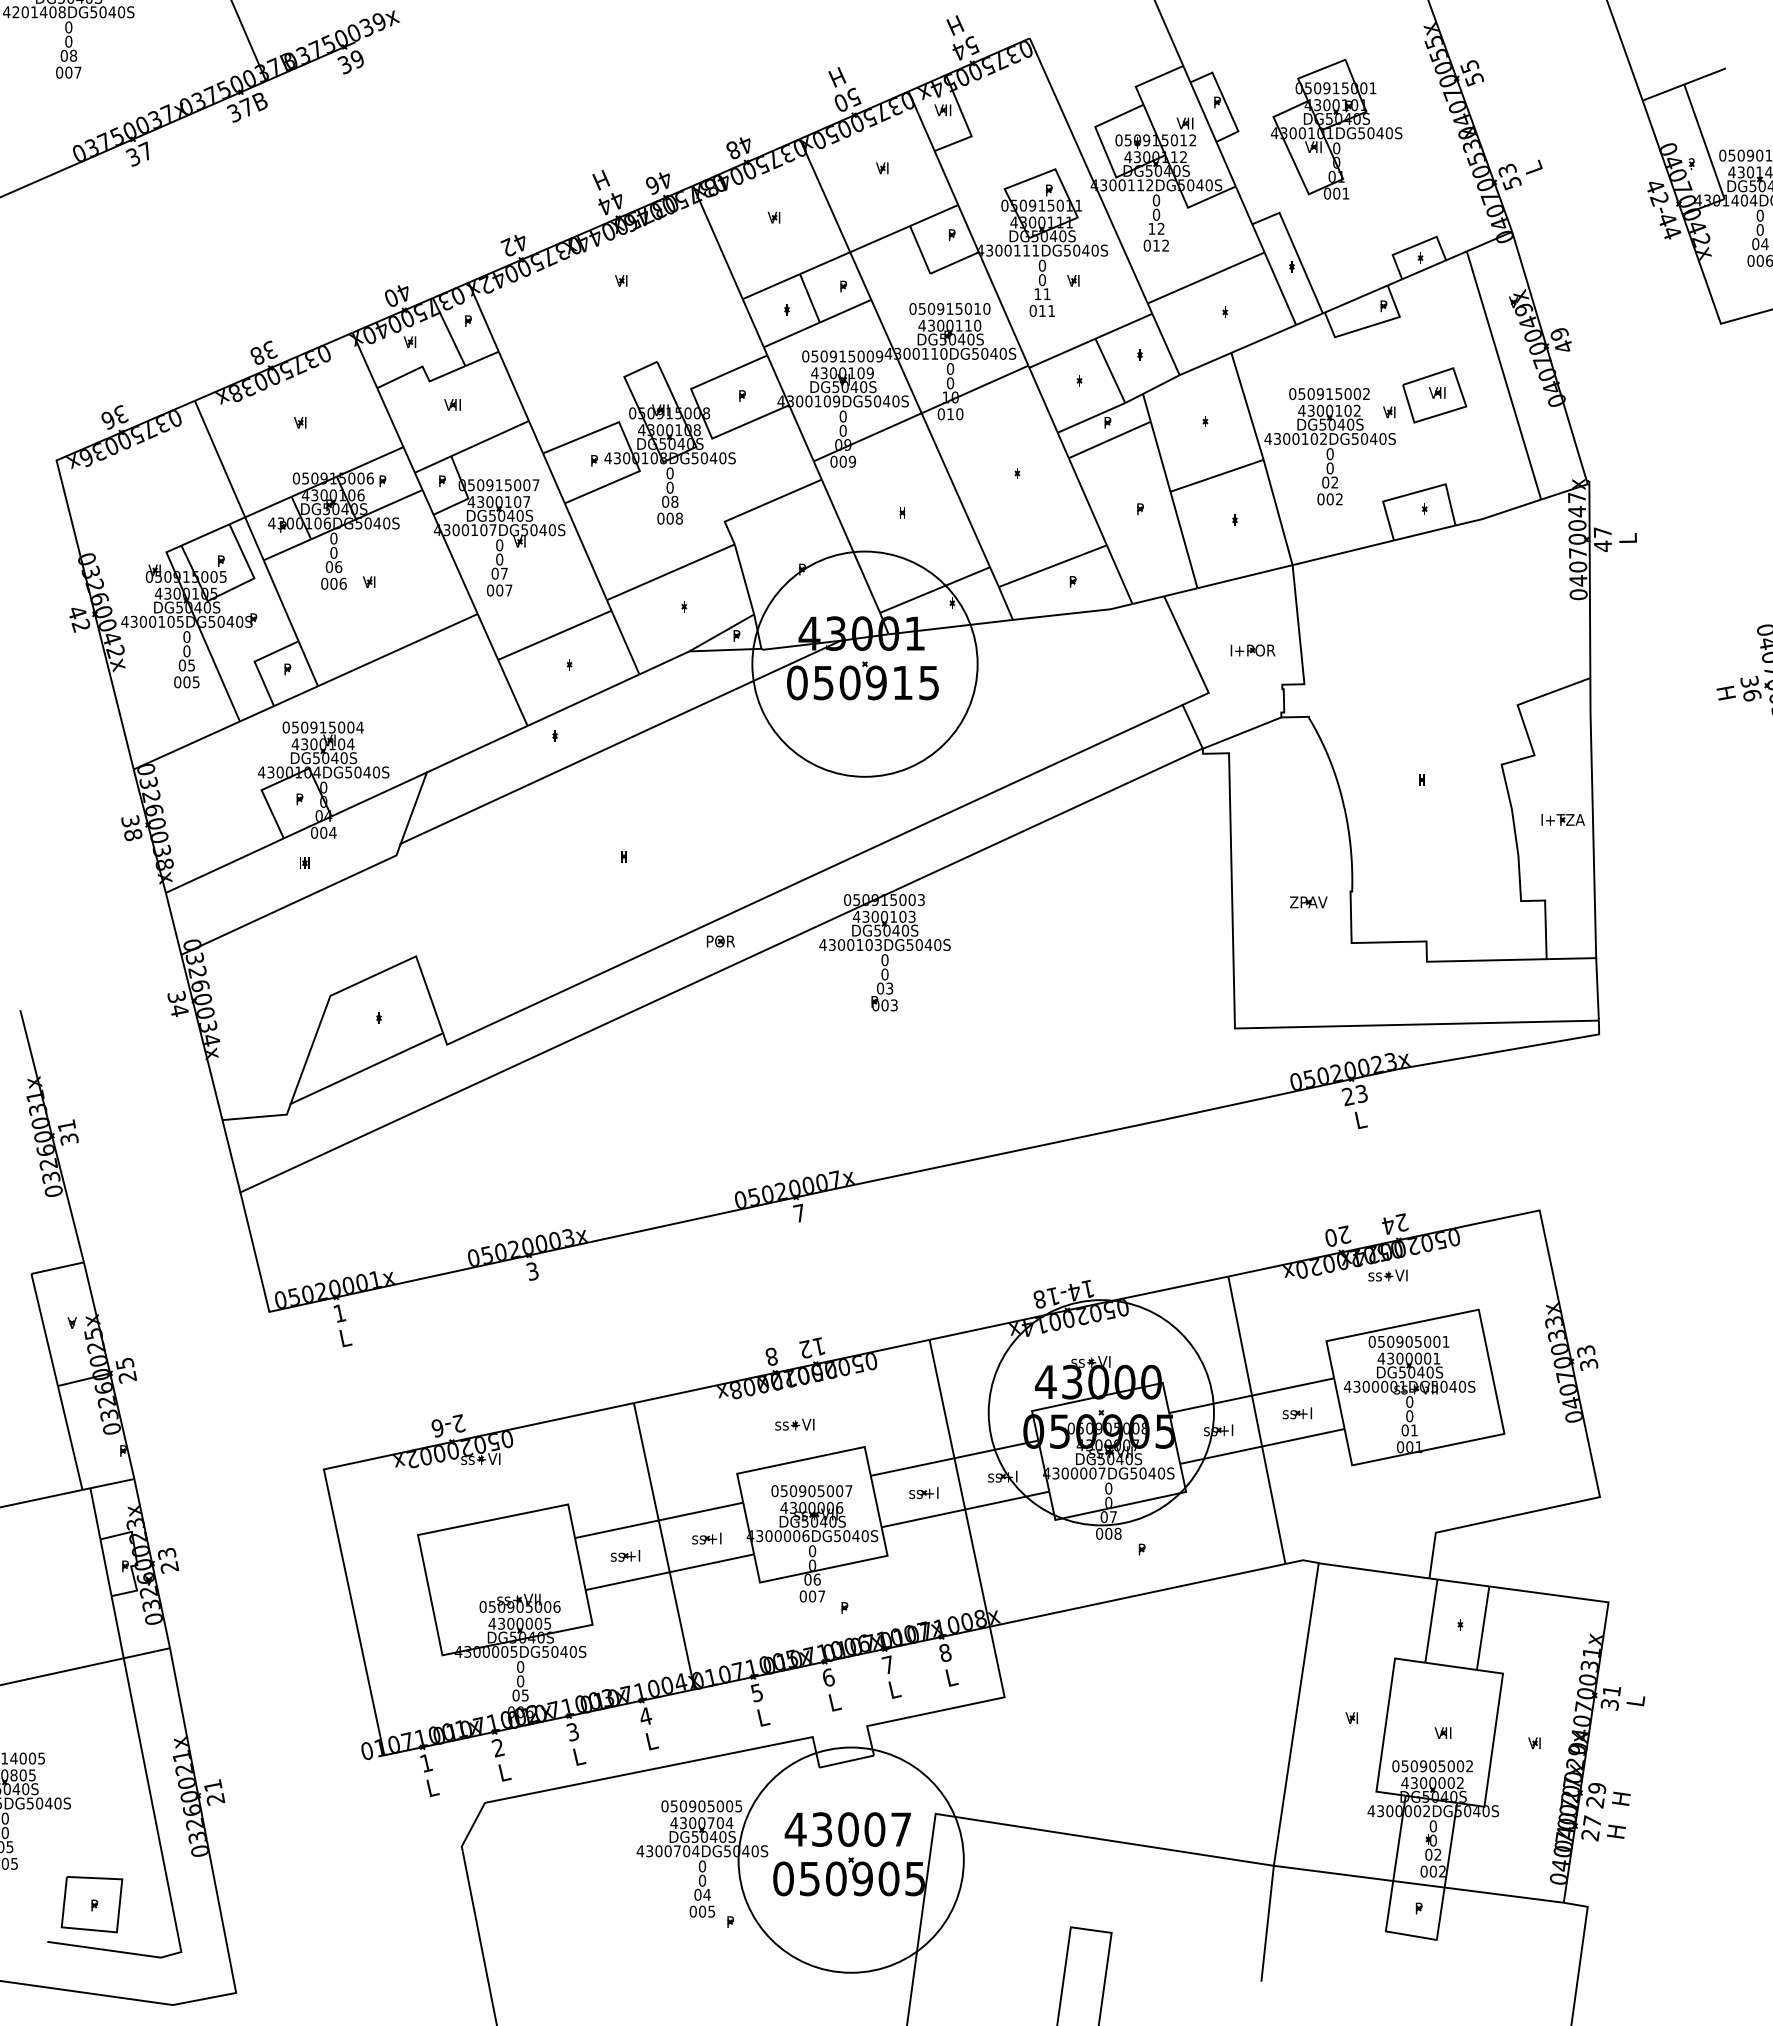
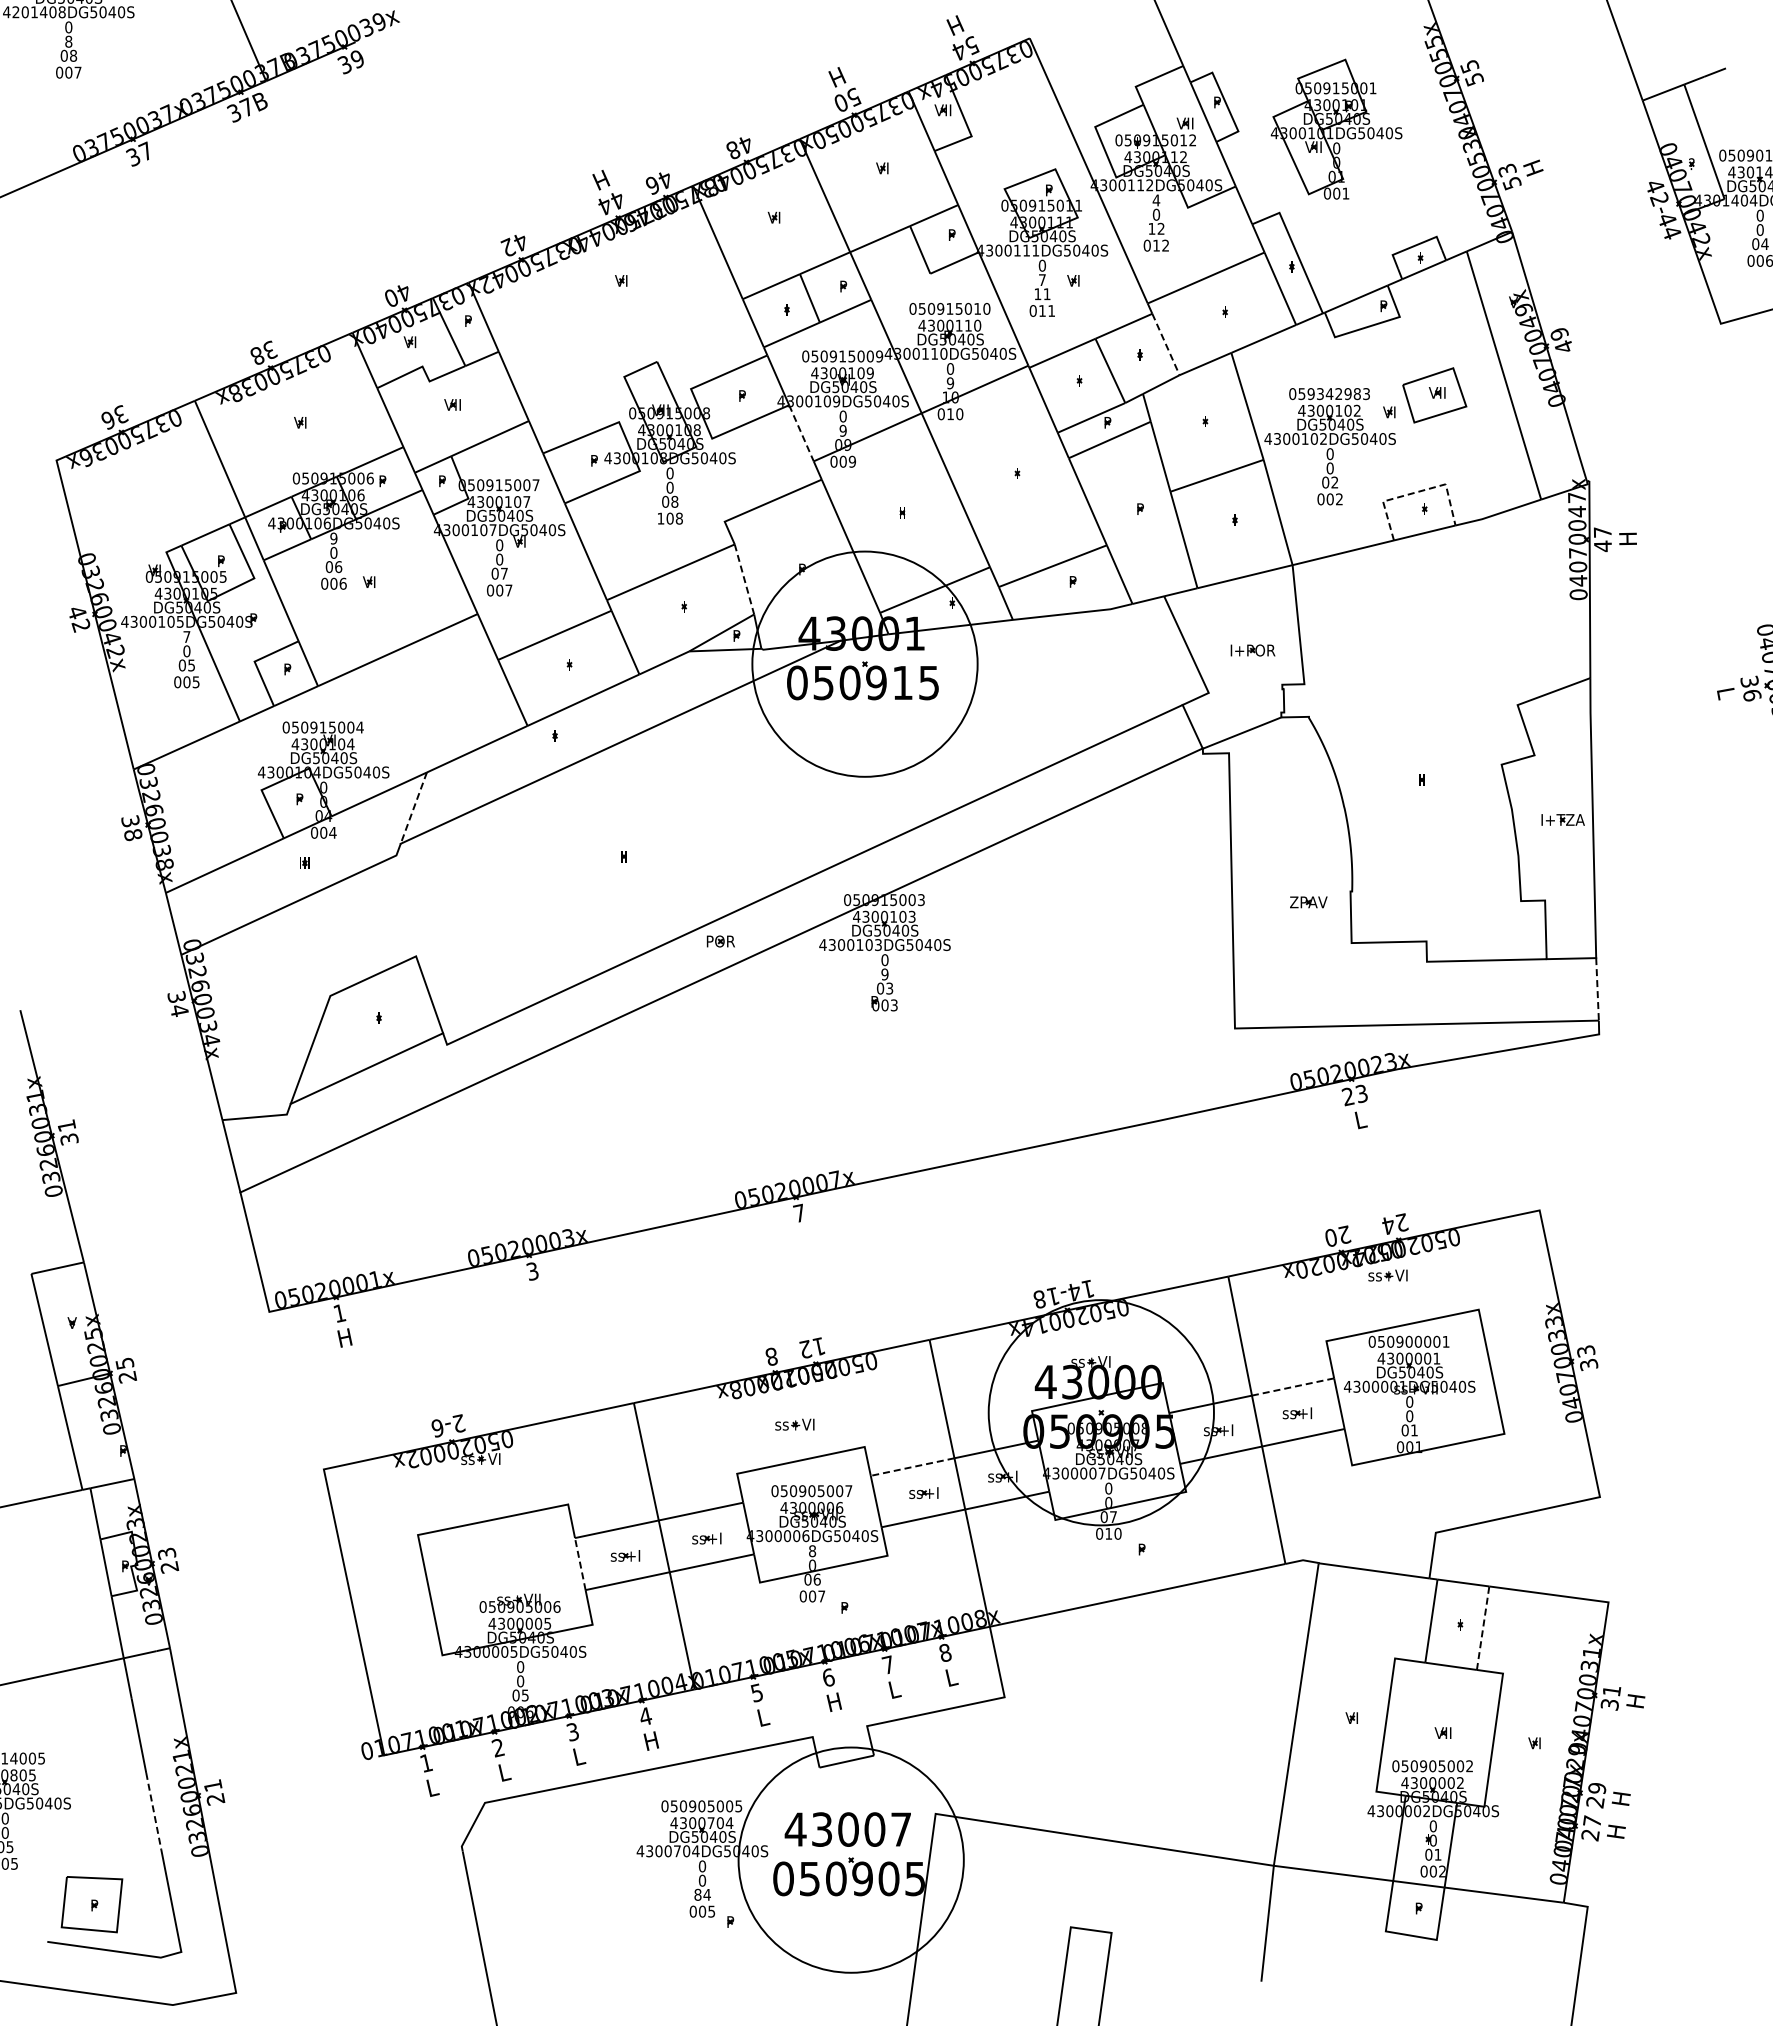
text at (68, 41): 0 -> 8
text at (1533, 168): L -> H
text at (1156, 200): 0 -> 4
text at (1041, 280): 0 -> 7
line at (1165, 344): solid -> dashed
text at (949, 383): 0 -> 9
text at (1338, 394): 050915002 -> 059342983
text at (842, 430): 0 -> 9
line at (801, 433): solid -> dashed
line at (1415, 492): solid -> dashed
text at (660, 518): 008 -> 108
text at (333, 538): 0 -> 9
text at (1627, 538): L -> H
line at (744, 579): solid -> dashed
text at (186, 636): 0 -> 7
text at (1725, 692): H -> L
line at (413, 808): solid -> dashed
text at (884, 974): 0 -> 9
line at (1597, 989): solid -> dashed
text at (344, 1337): L -> H
text at (1417, 1341): 050905001 -> 050900001
line at (1293, 1387): solid -> dashed
line at (912, 1467): solid -> dashed
text at (1113, 1533): 008 -> 010
text at (812, 1550): 0 -> 8
line at (580, 1564): solid -> dashed
line at (1483, 1627): solid -> dashed
text at (1635, 1701): L -> H
text at (833, 1702): L -> H
text at (650, 1740): L -> H
line at (153, 1811): solid -> dashed
text at (1437, 1854): 02 -> 01
text at (697, 1894): 04 -> 84
